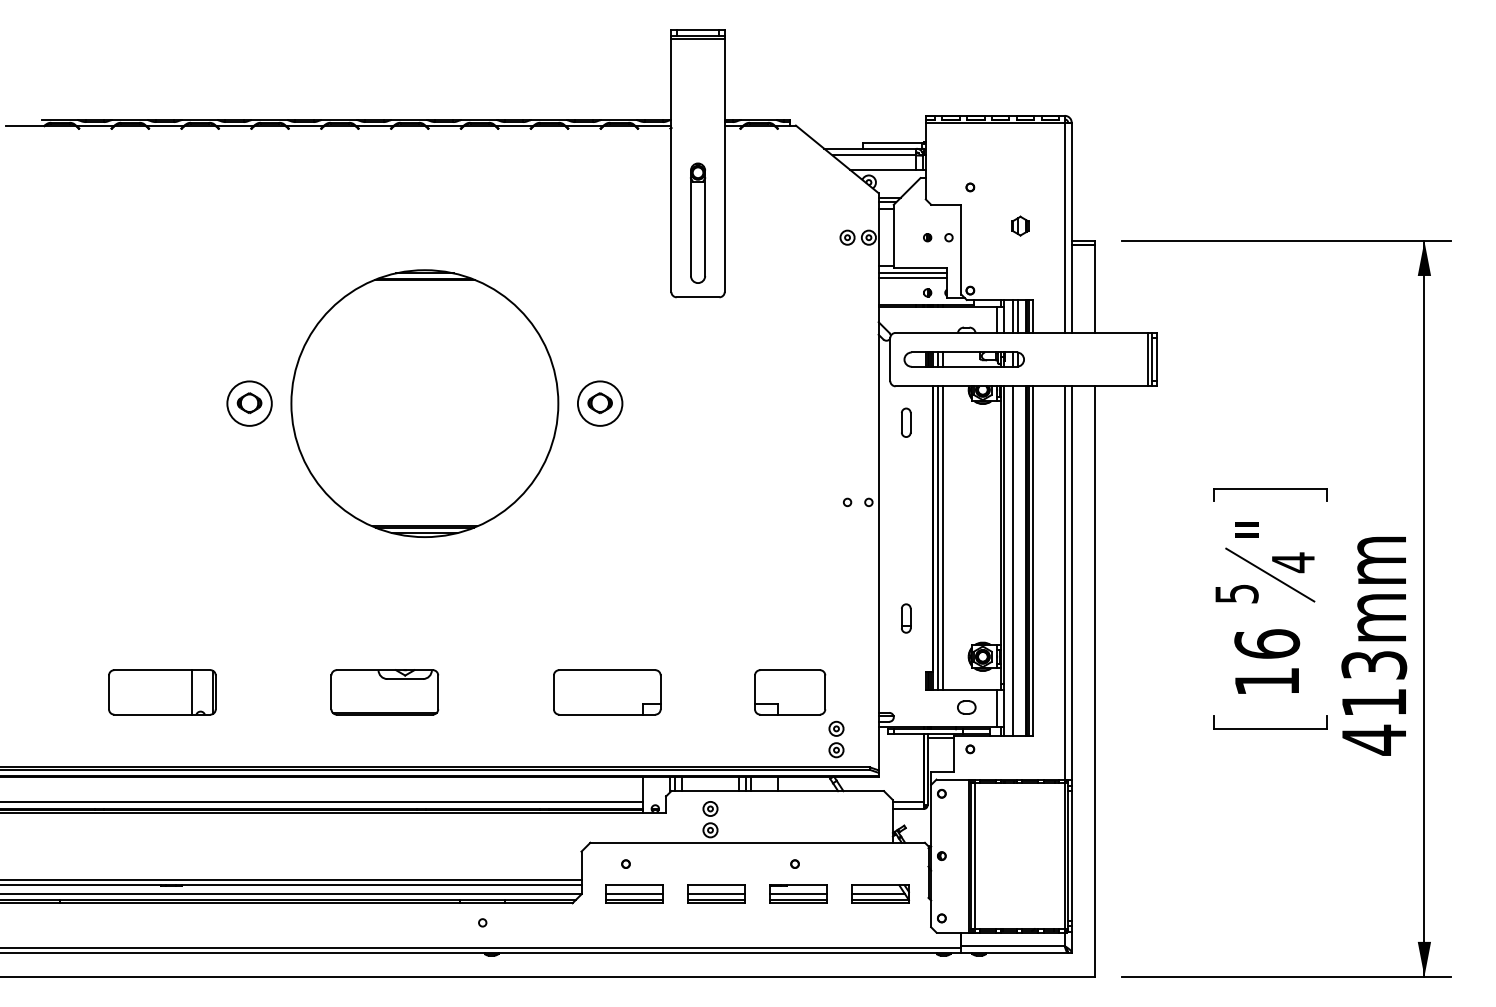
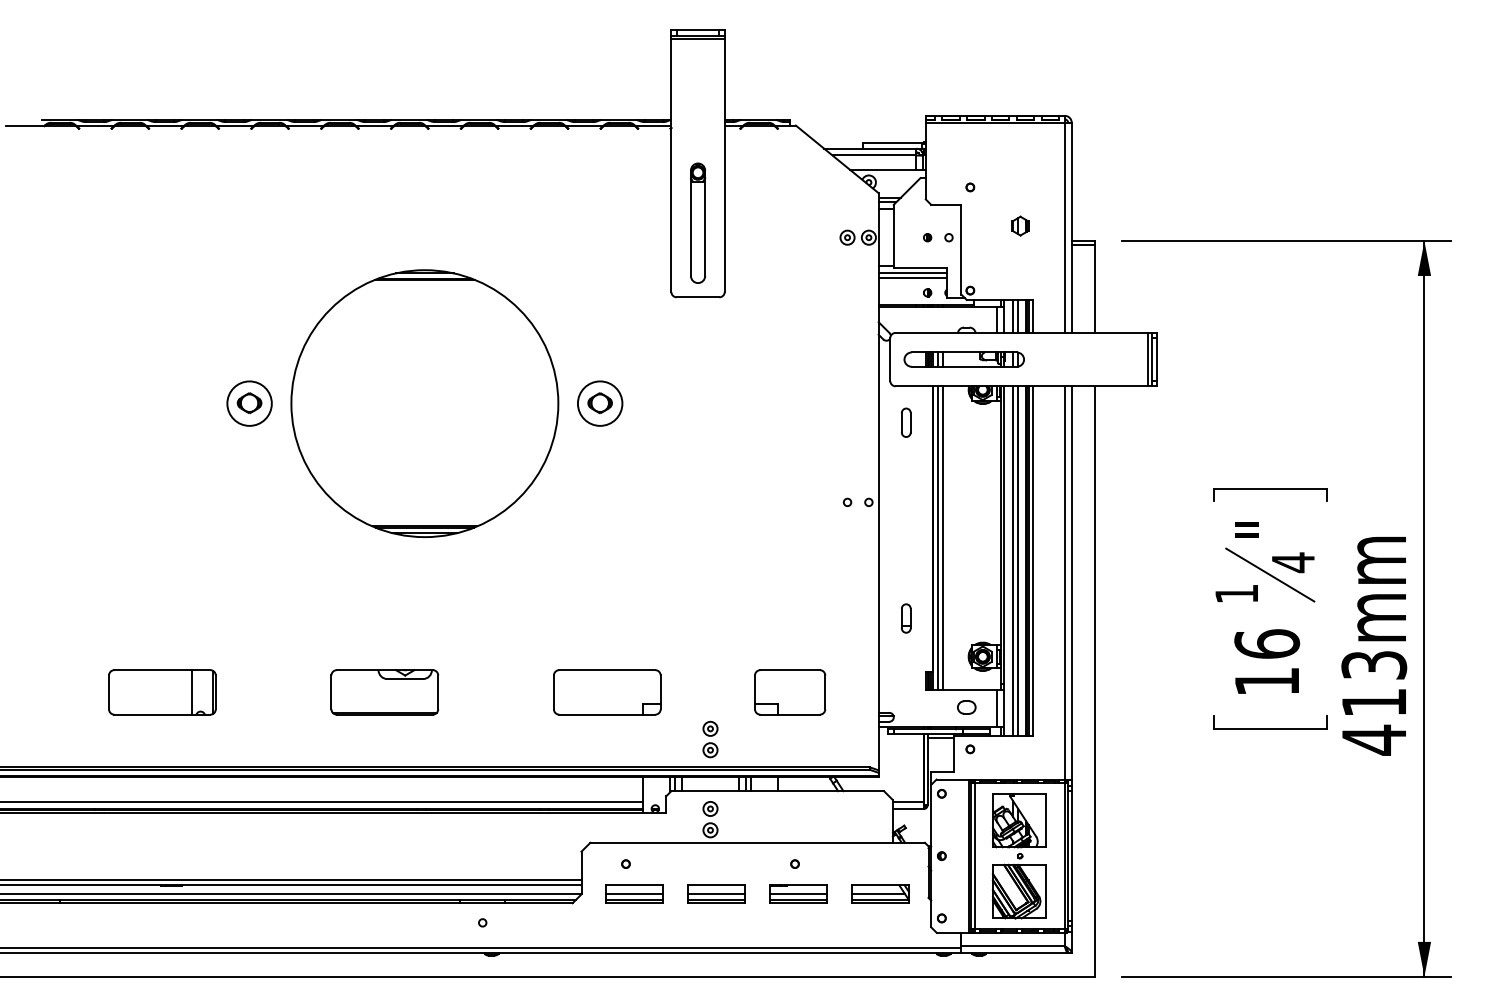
line at (1018, 561): none -> present
text at (1236, 593): 5 -> 1
part at (836, 739) position: (836, 739) -> (710, 739)
part at (1018, 856): none -> present
